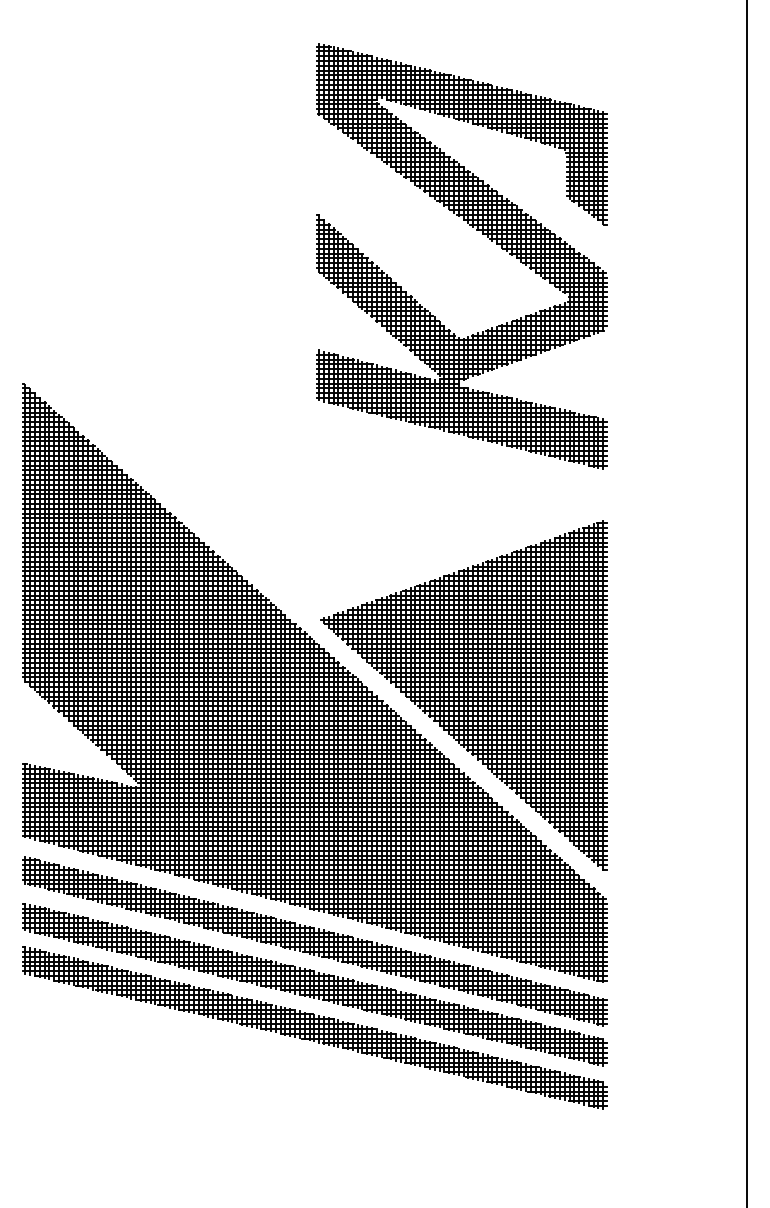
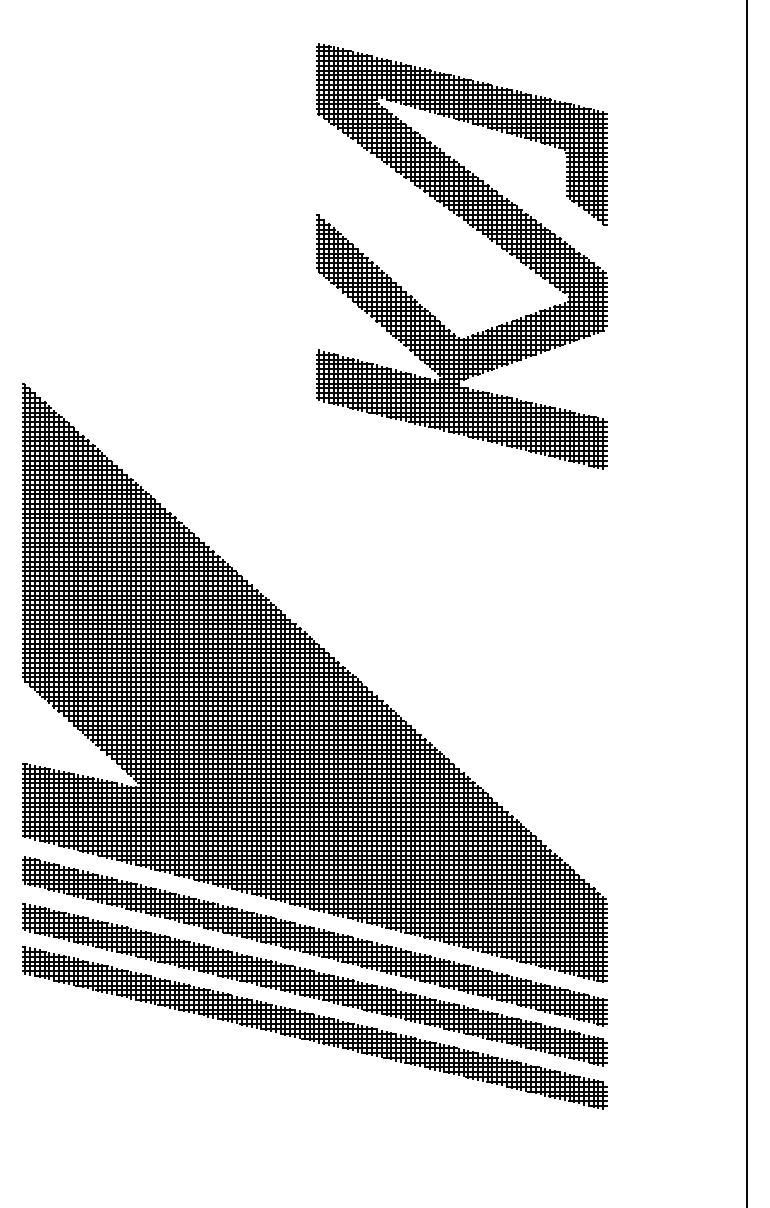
part at (463, 695): present -> none
